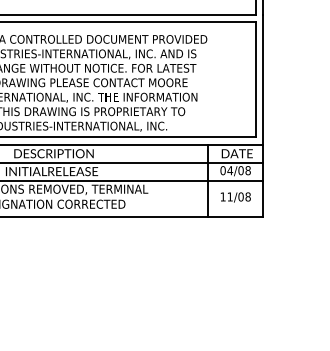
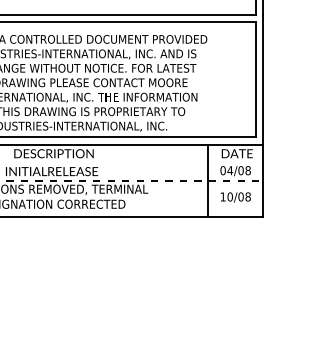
line at (132, 162): present -> none
line at (132, 180): solid -> dashed
text at (229, 196): 11/08 -> 10/08
